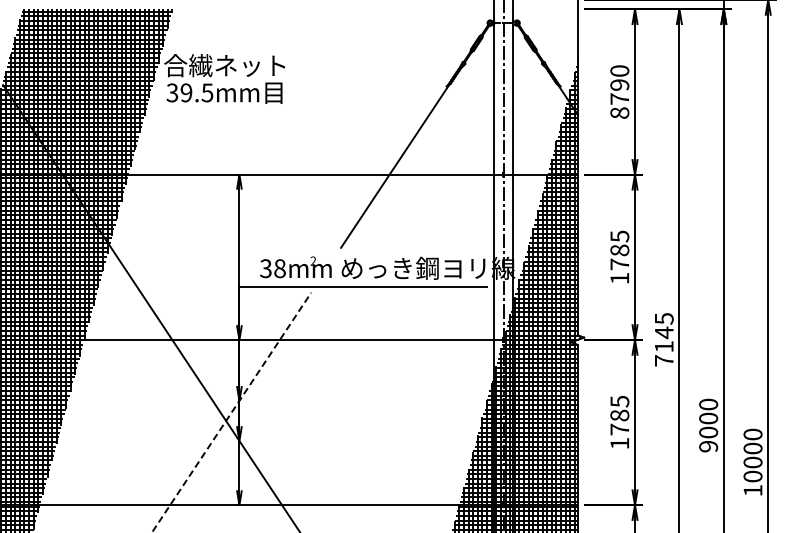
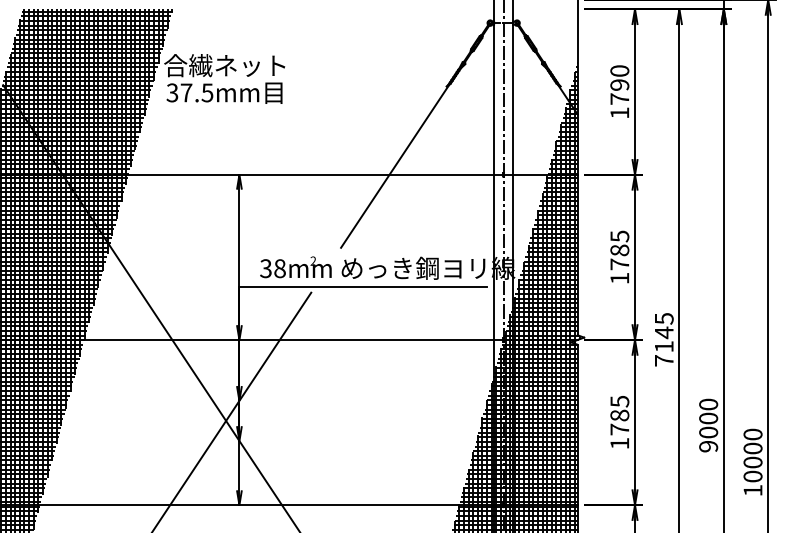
text at (186, 92): 39.5mm -> 37.5mm
text at (619, 112): 8790 -> 1790
line at (231, 412): dashed -> solid
